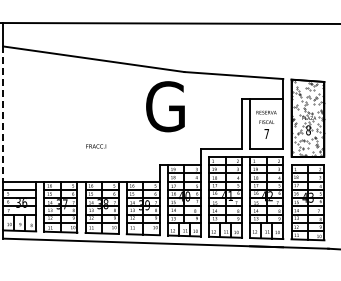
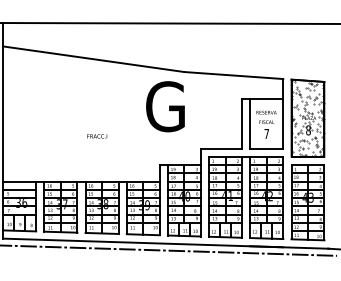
line at (3, 114): dashed -> solid
text at (96, 146) position: (96, 146) -> (97, 136)
line at (169, 250): none -> present
